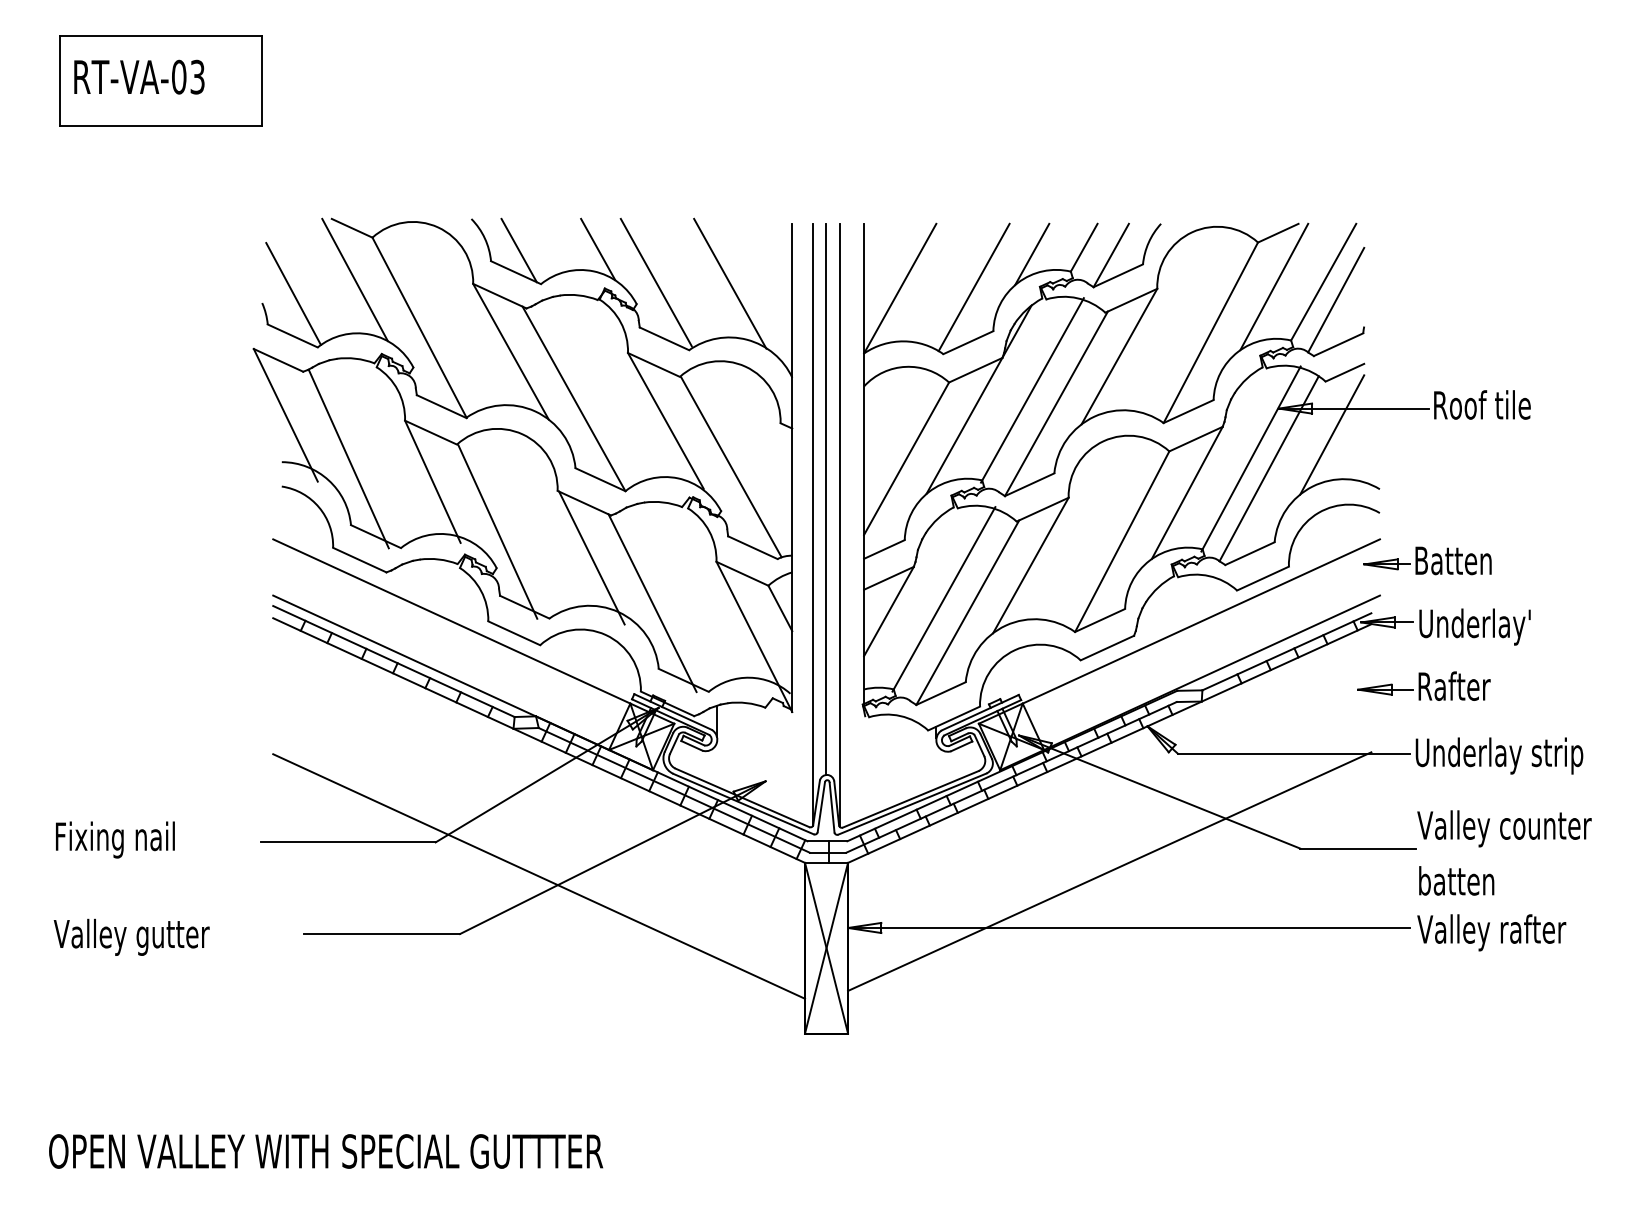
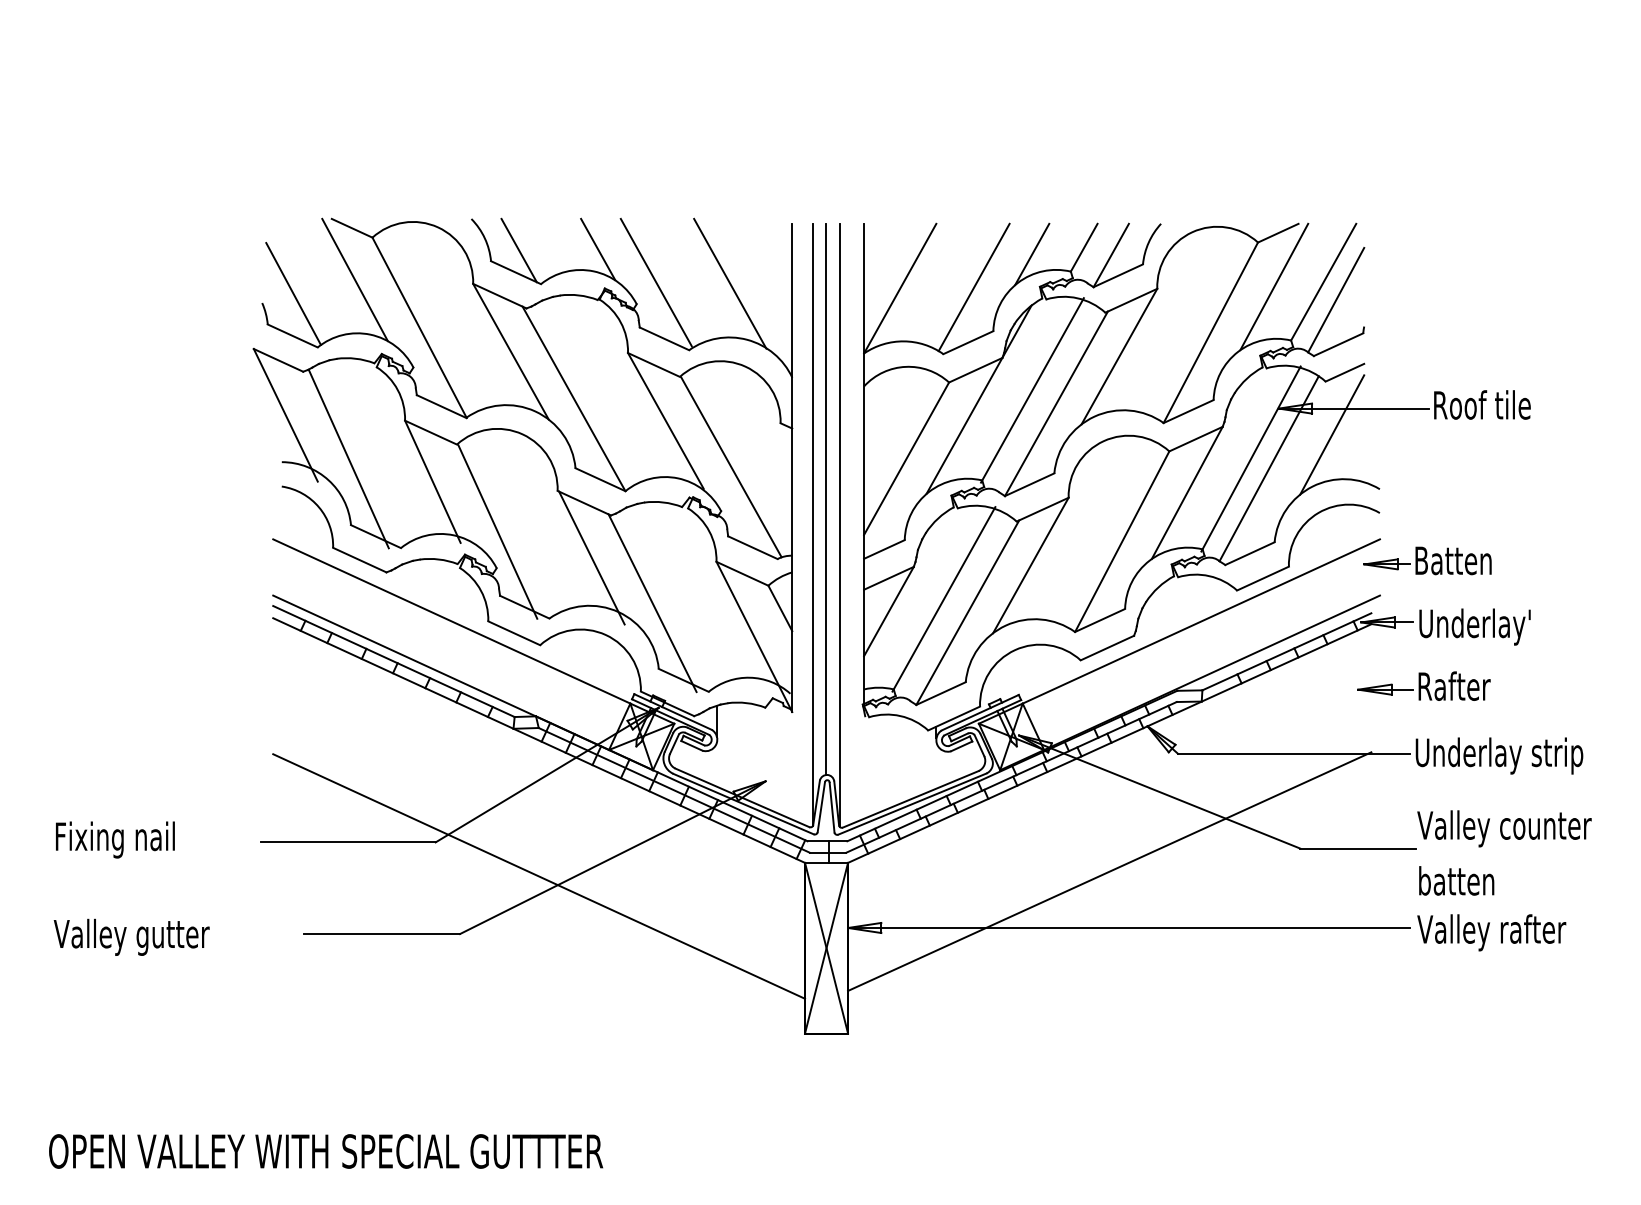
part at (160, 80): present -> none
